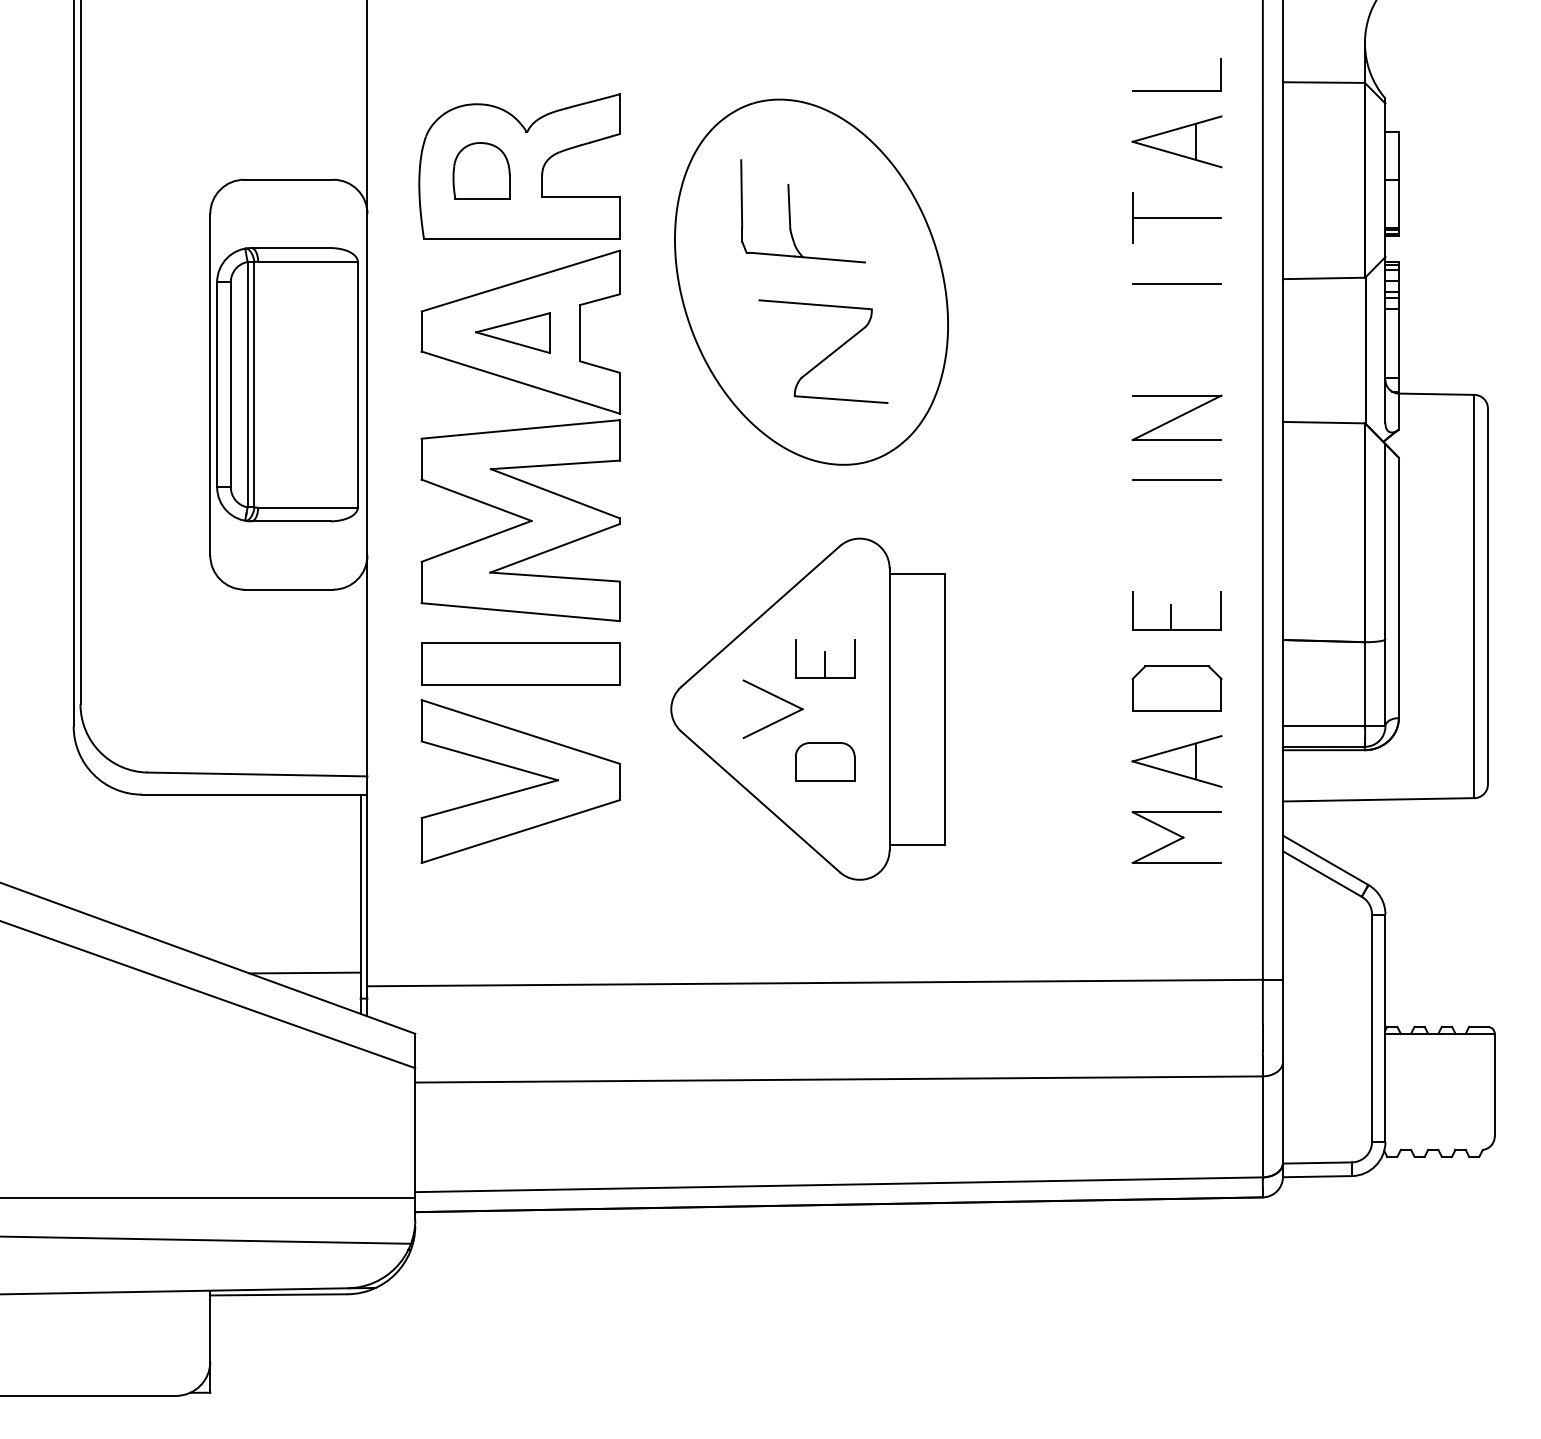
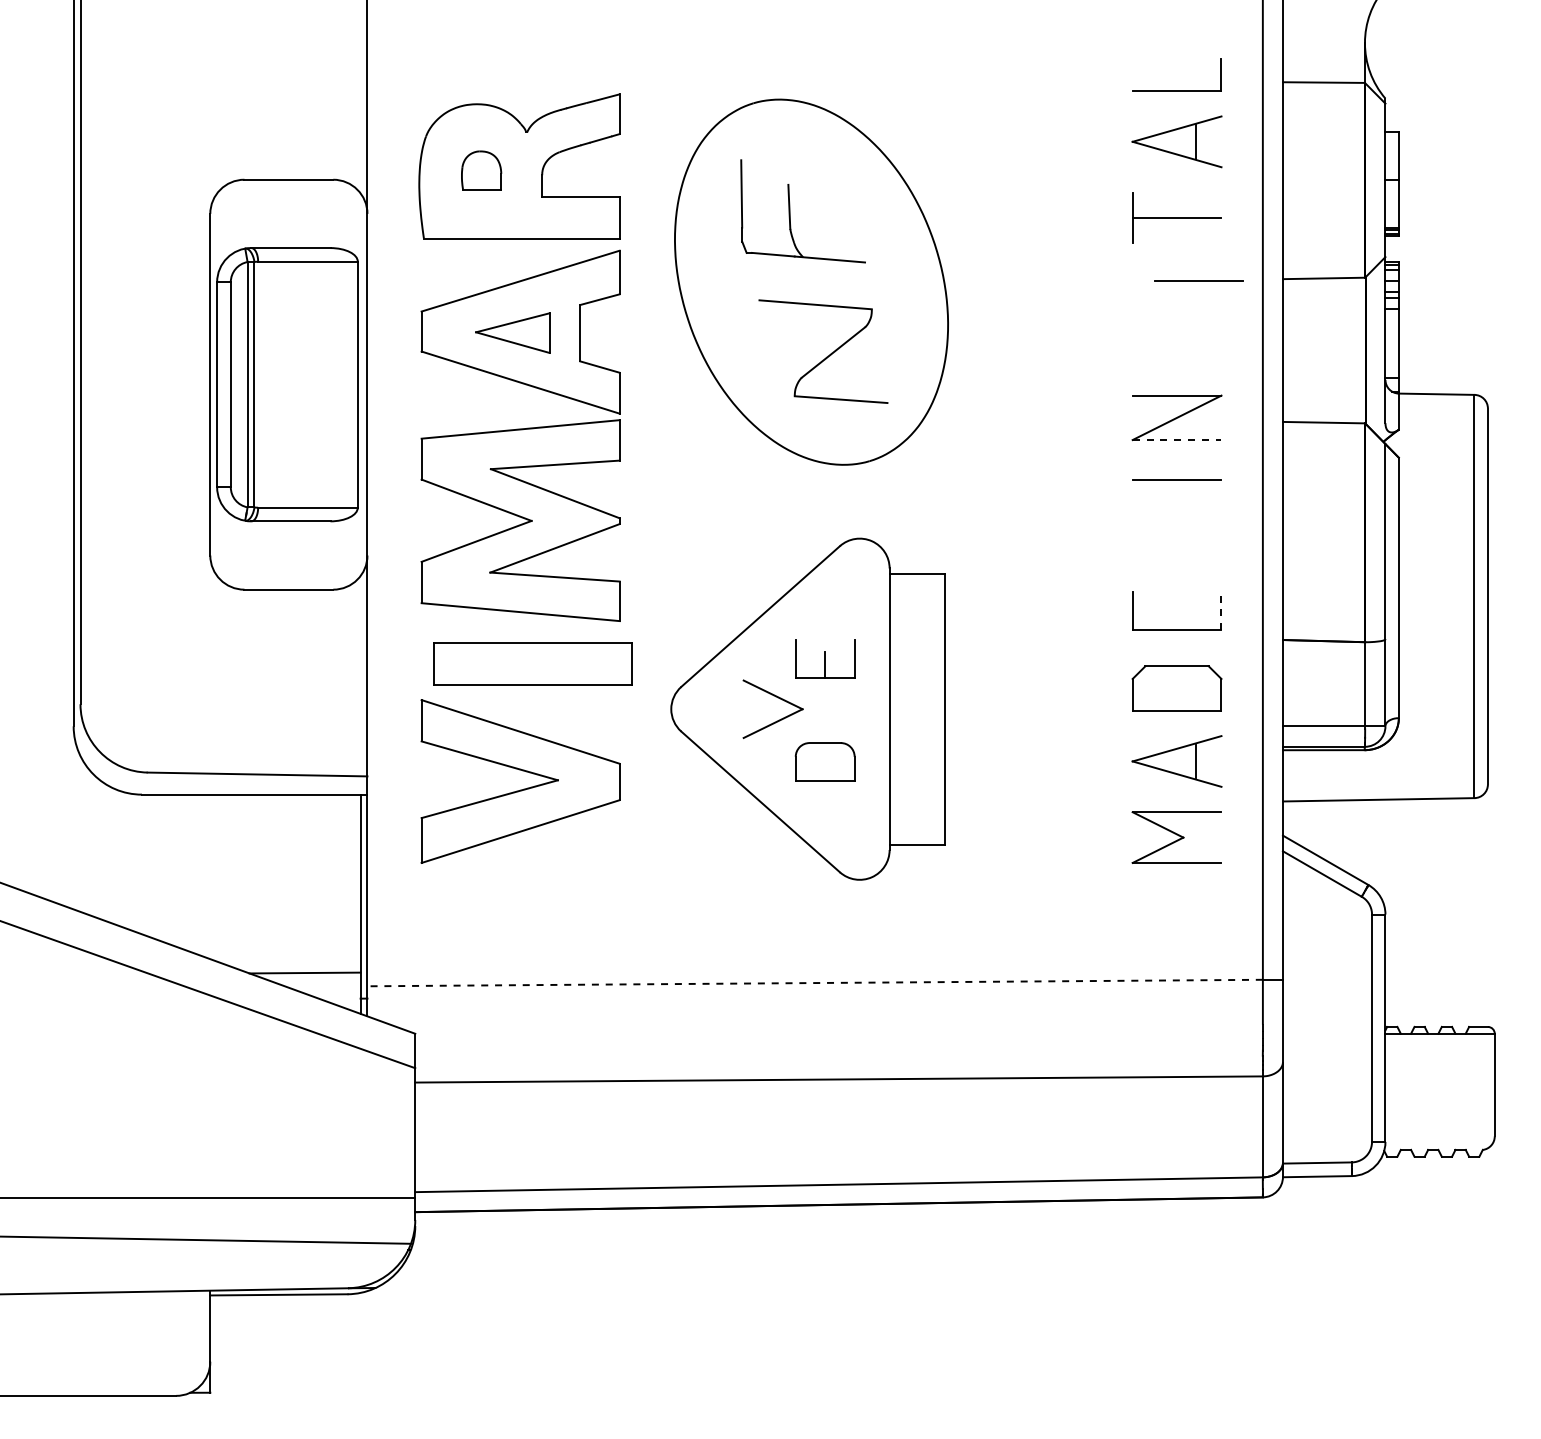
part at (481, 170) size: 59x58 px -> 42x41 px
line at (1176, 283) position: (1176, 283) -> (1198, 280)
line at (1177, 440): solid -> dashed
line at (1221, 610): solid -> dashed
line at (1170, 617): present -> none
part at (520, 663) position: (520, 663) -> (532, 663)
line at (815, 983): solid -> dashed
